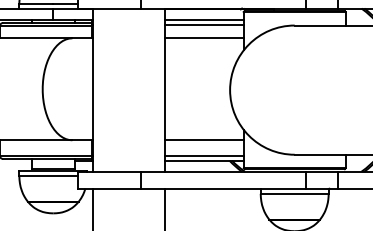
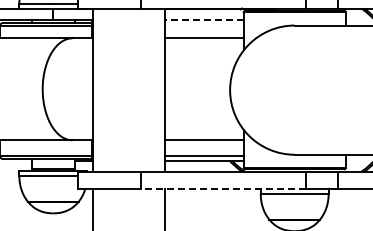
line at (203, 19): solid -> dashed
line at (203, 24): present -> none
line at (223, 188): solid -> dashed
